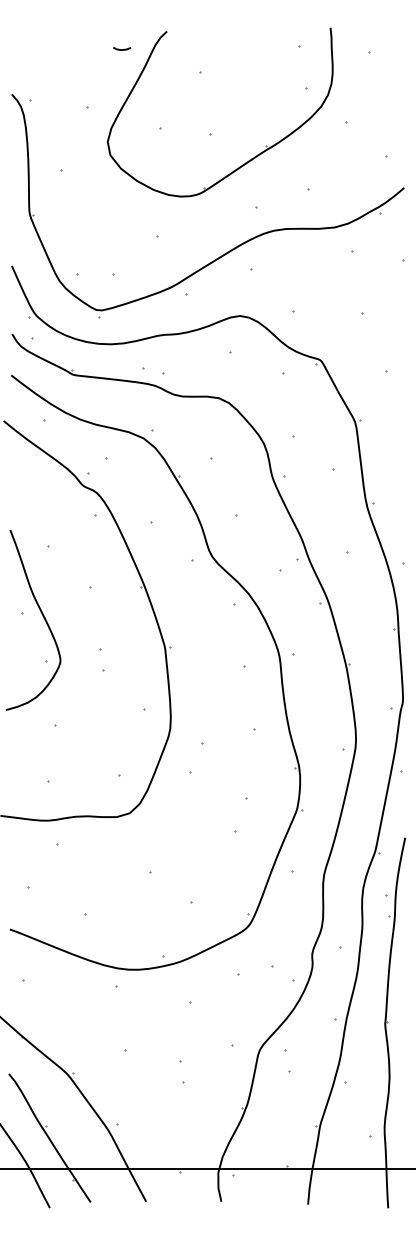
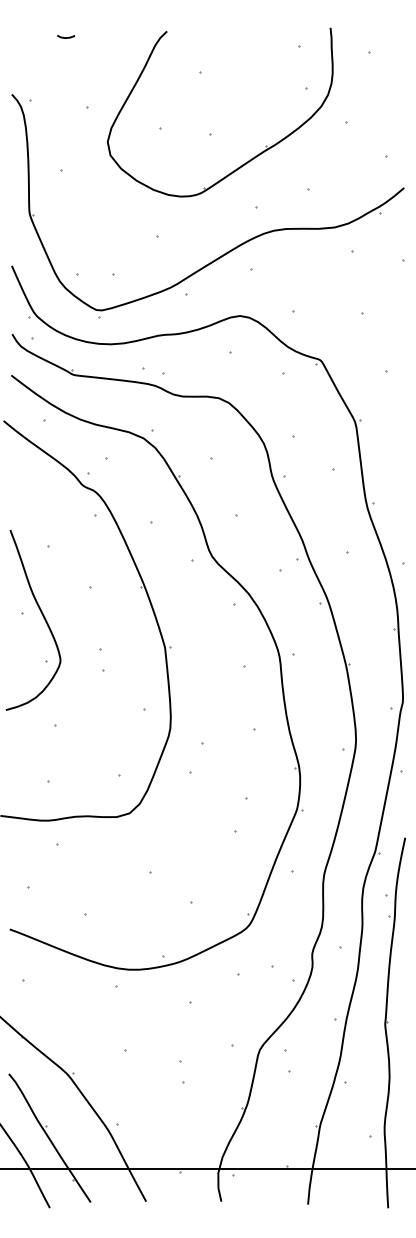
line at (122, 49) position: (122, 49) -> (66, 37)
